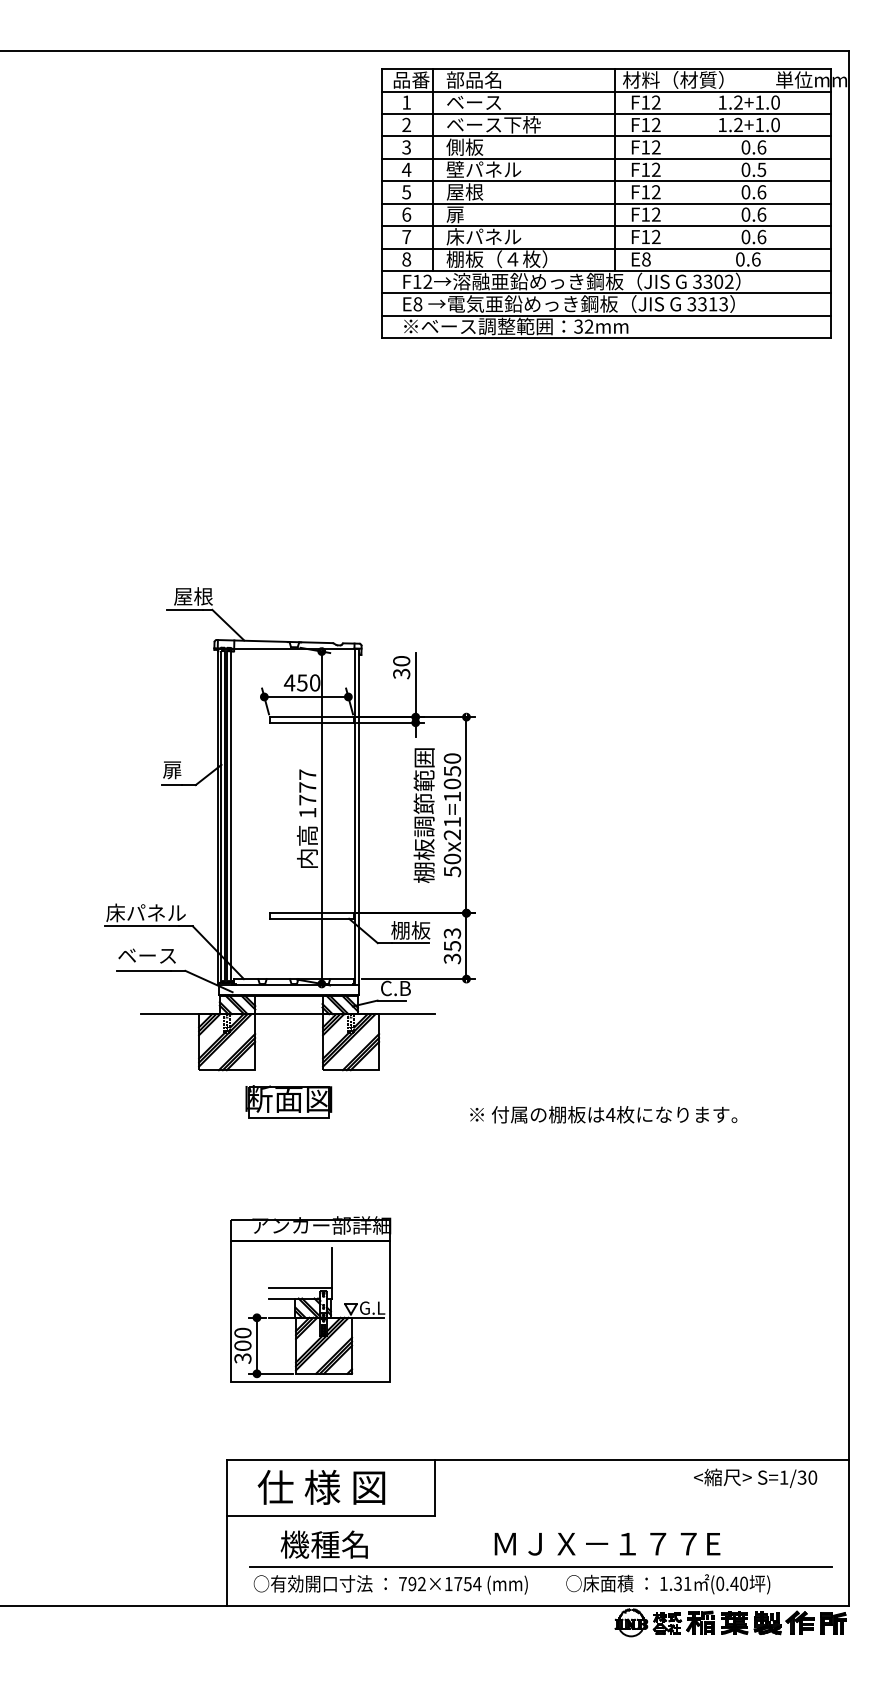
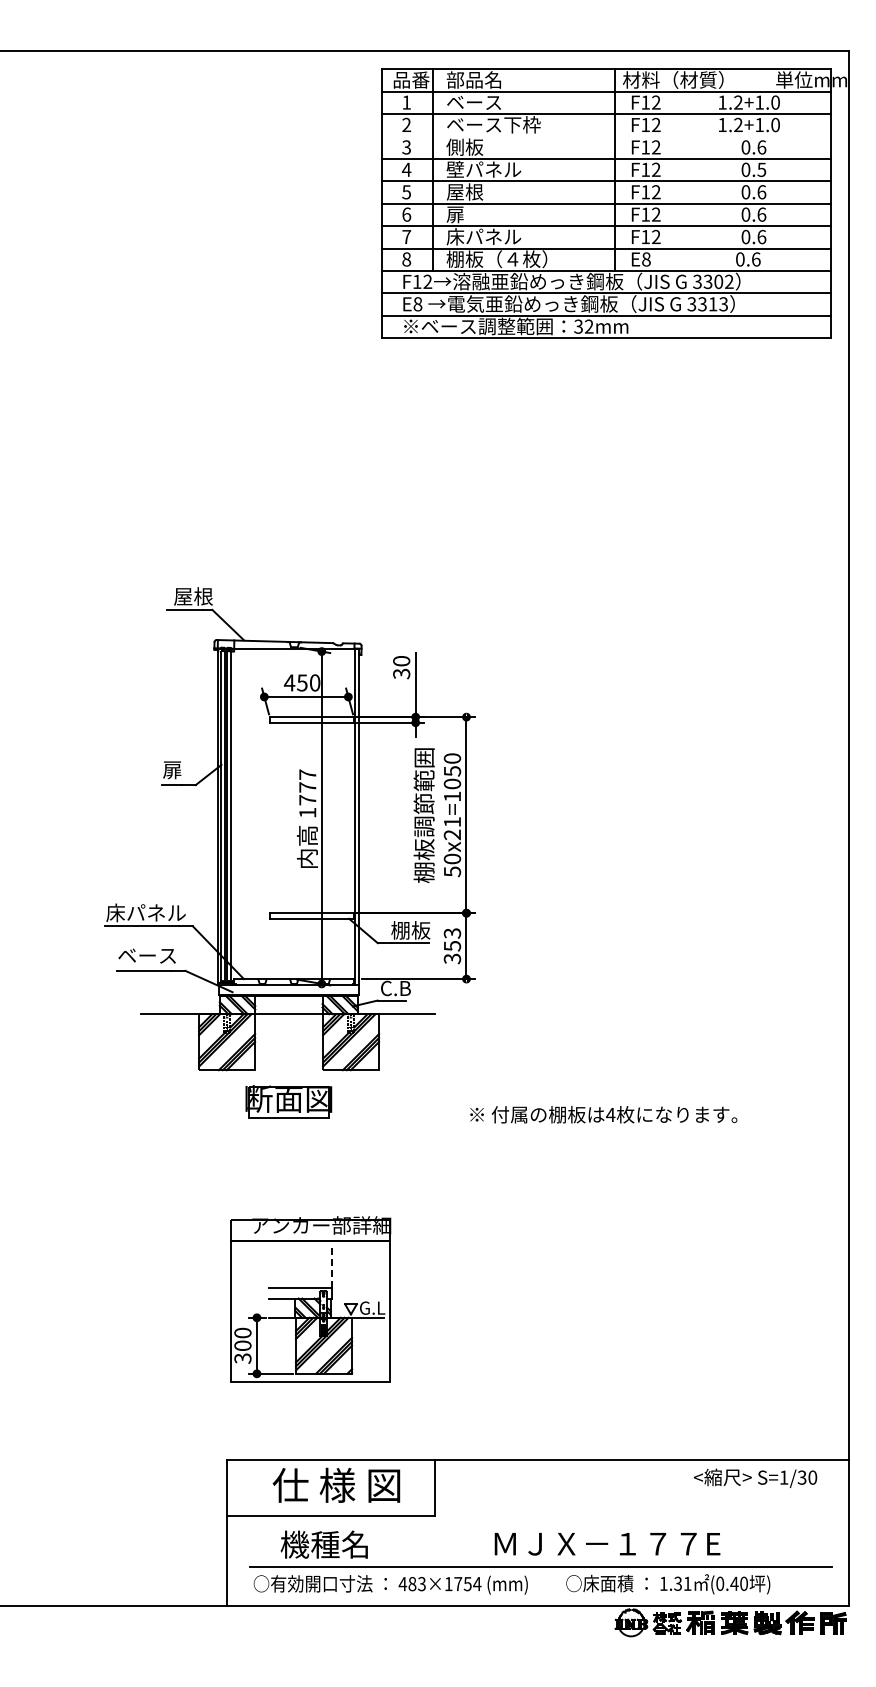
line at (606, 136): present -> none
line at (332, 1268): solid -> dashed
text at (321, 1486) position: (321, 1486) -> (336, 1484)
text at (411, 1584): 792×1754 -> 483×1754
